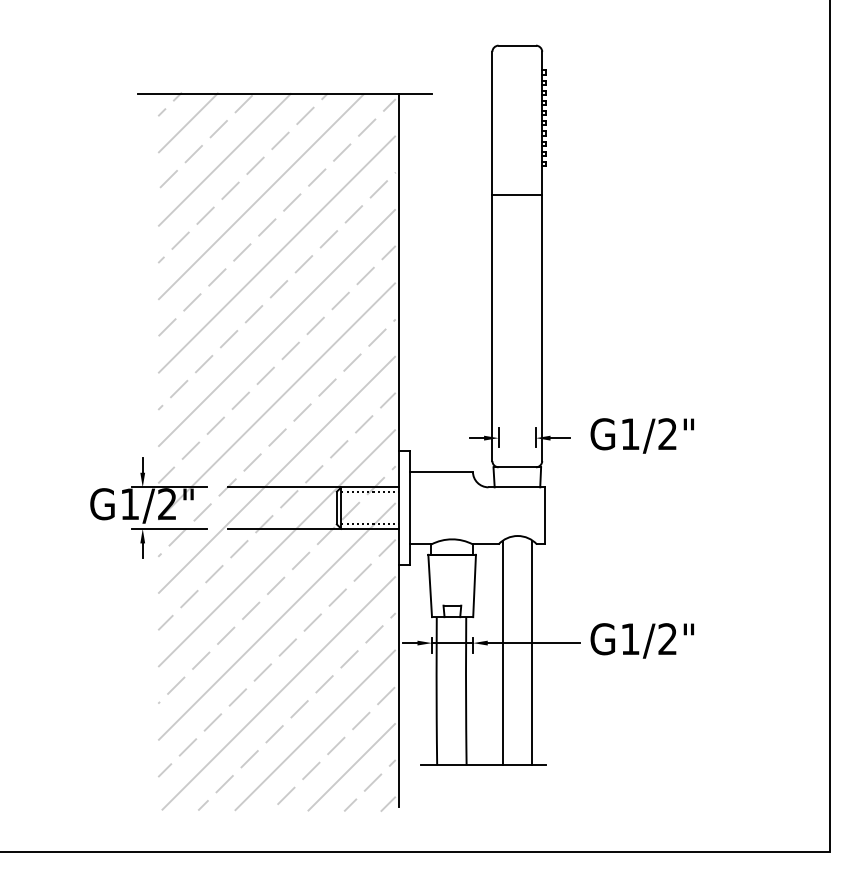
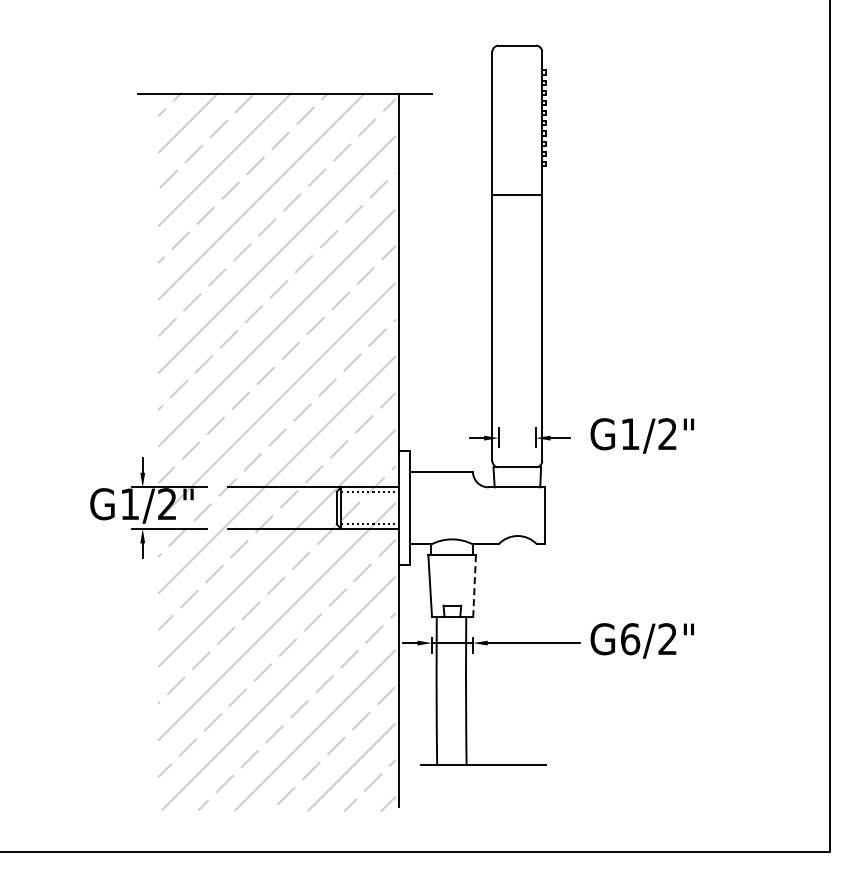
line at (474, 585): solid -> dashed
text at (630, 639): G1/2" -> G6/2"
line at (503, 652): present -> none
line at (532, 652): present -> none
